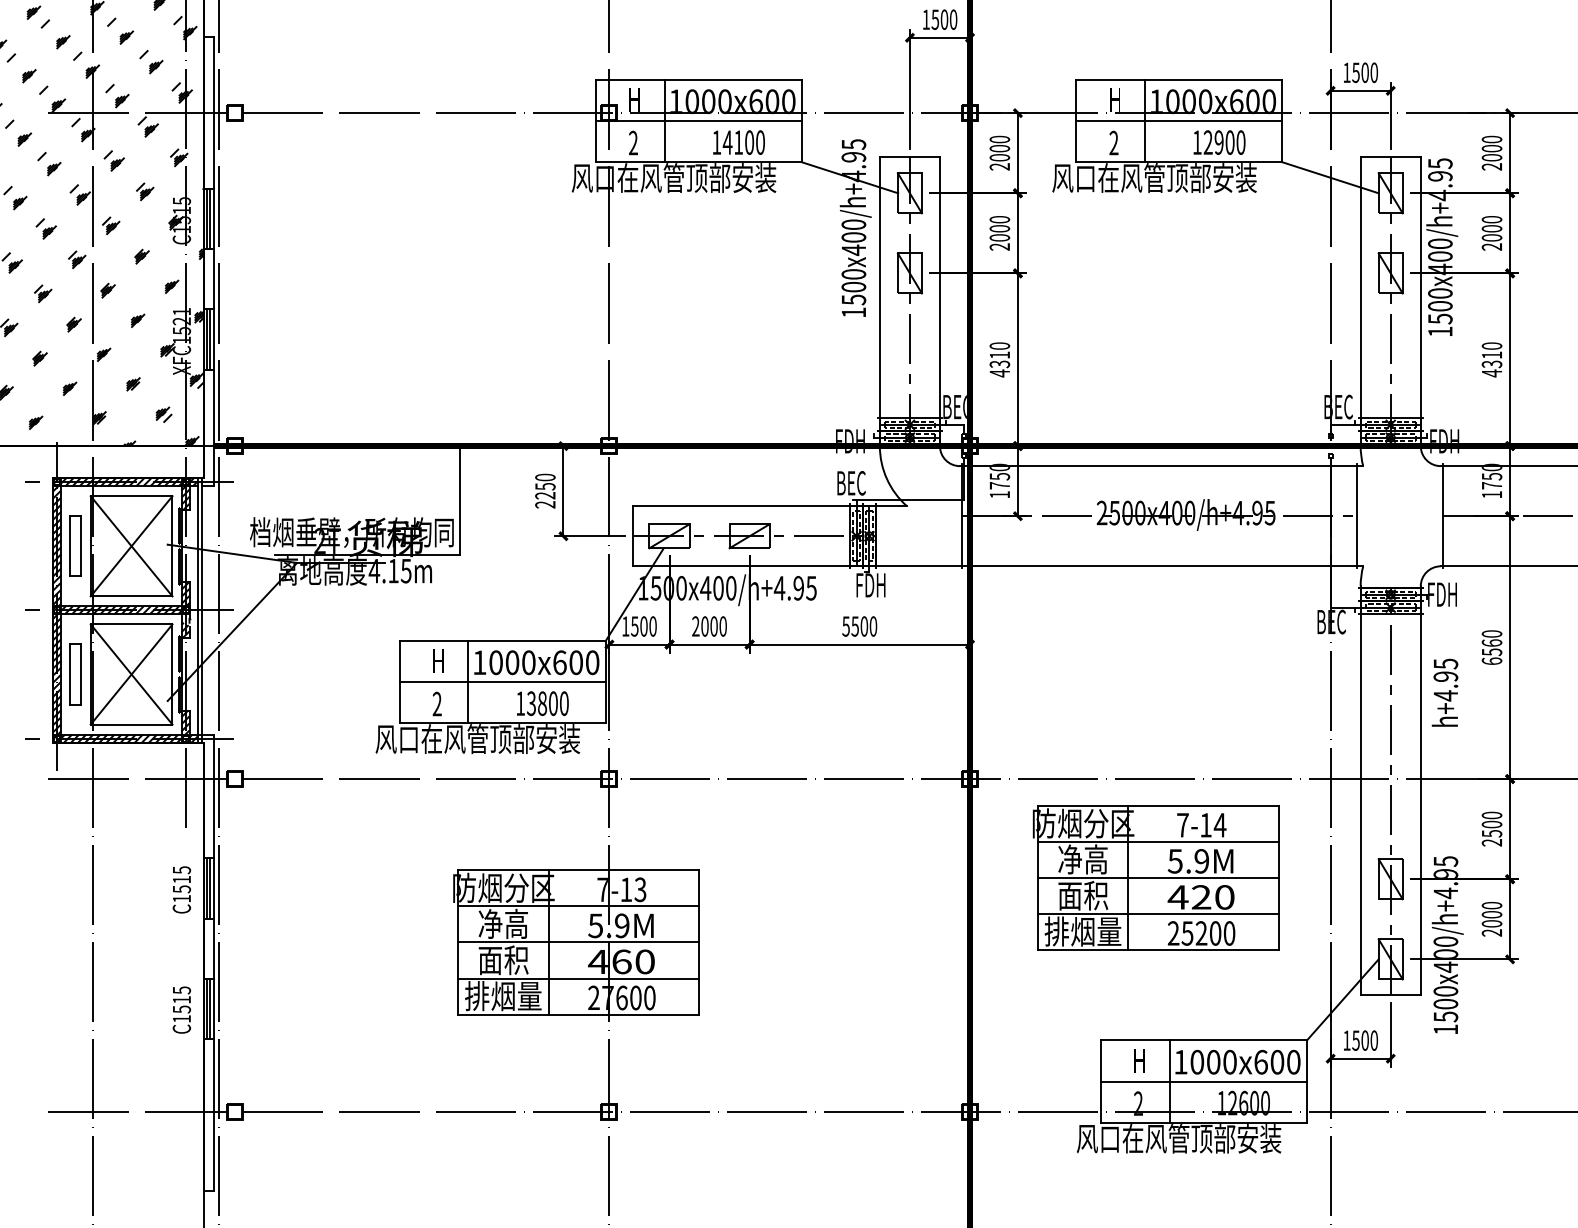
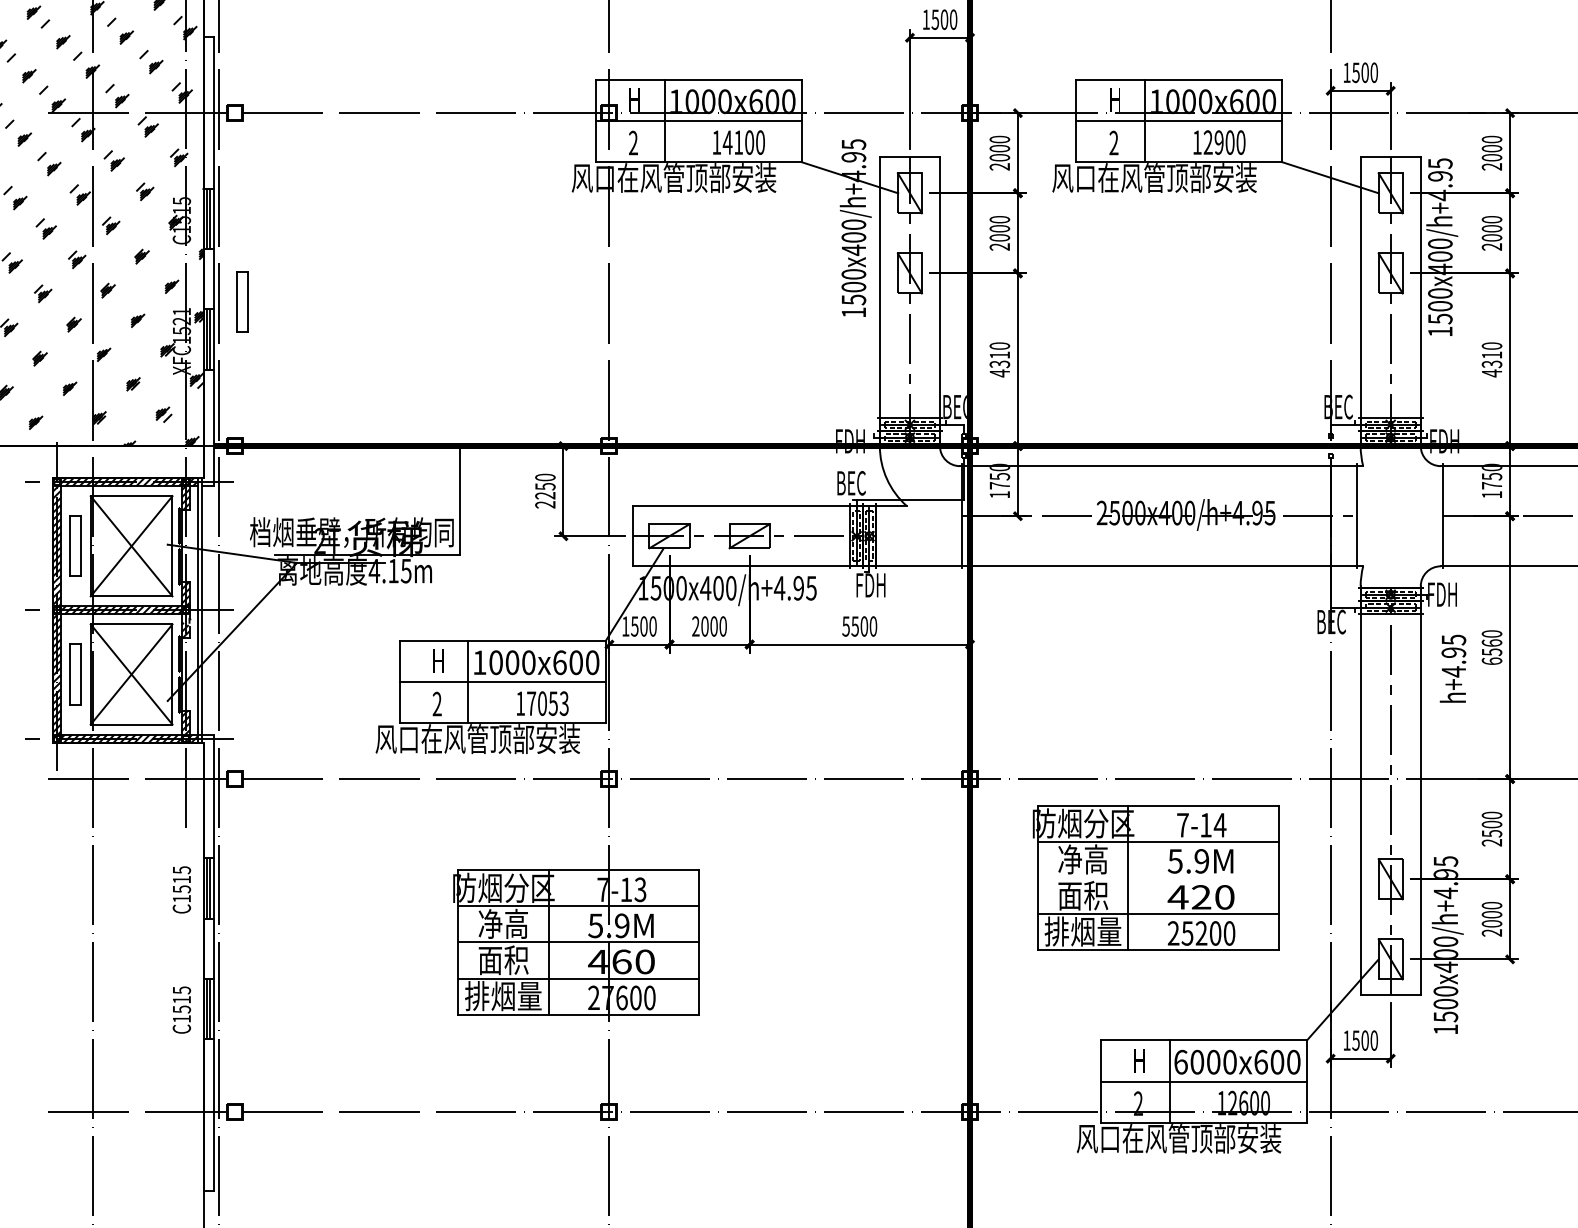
part at (242, 301): none -> present
text at (1444, 692) position: (1444, 692) -> (1452, 668)
text at (547, 703): 13800 -> 17053
line at (1158, 877): present -> none
text at (1180, 1061): 1000x600 -> 6000x600
